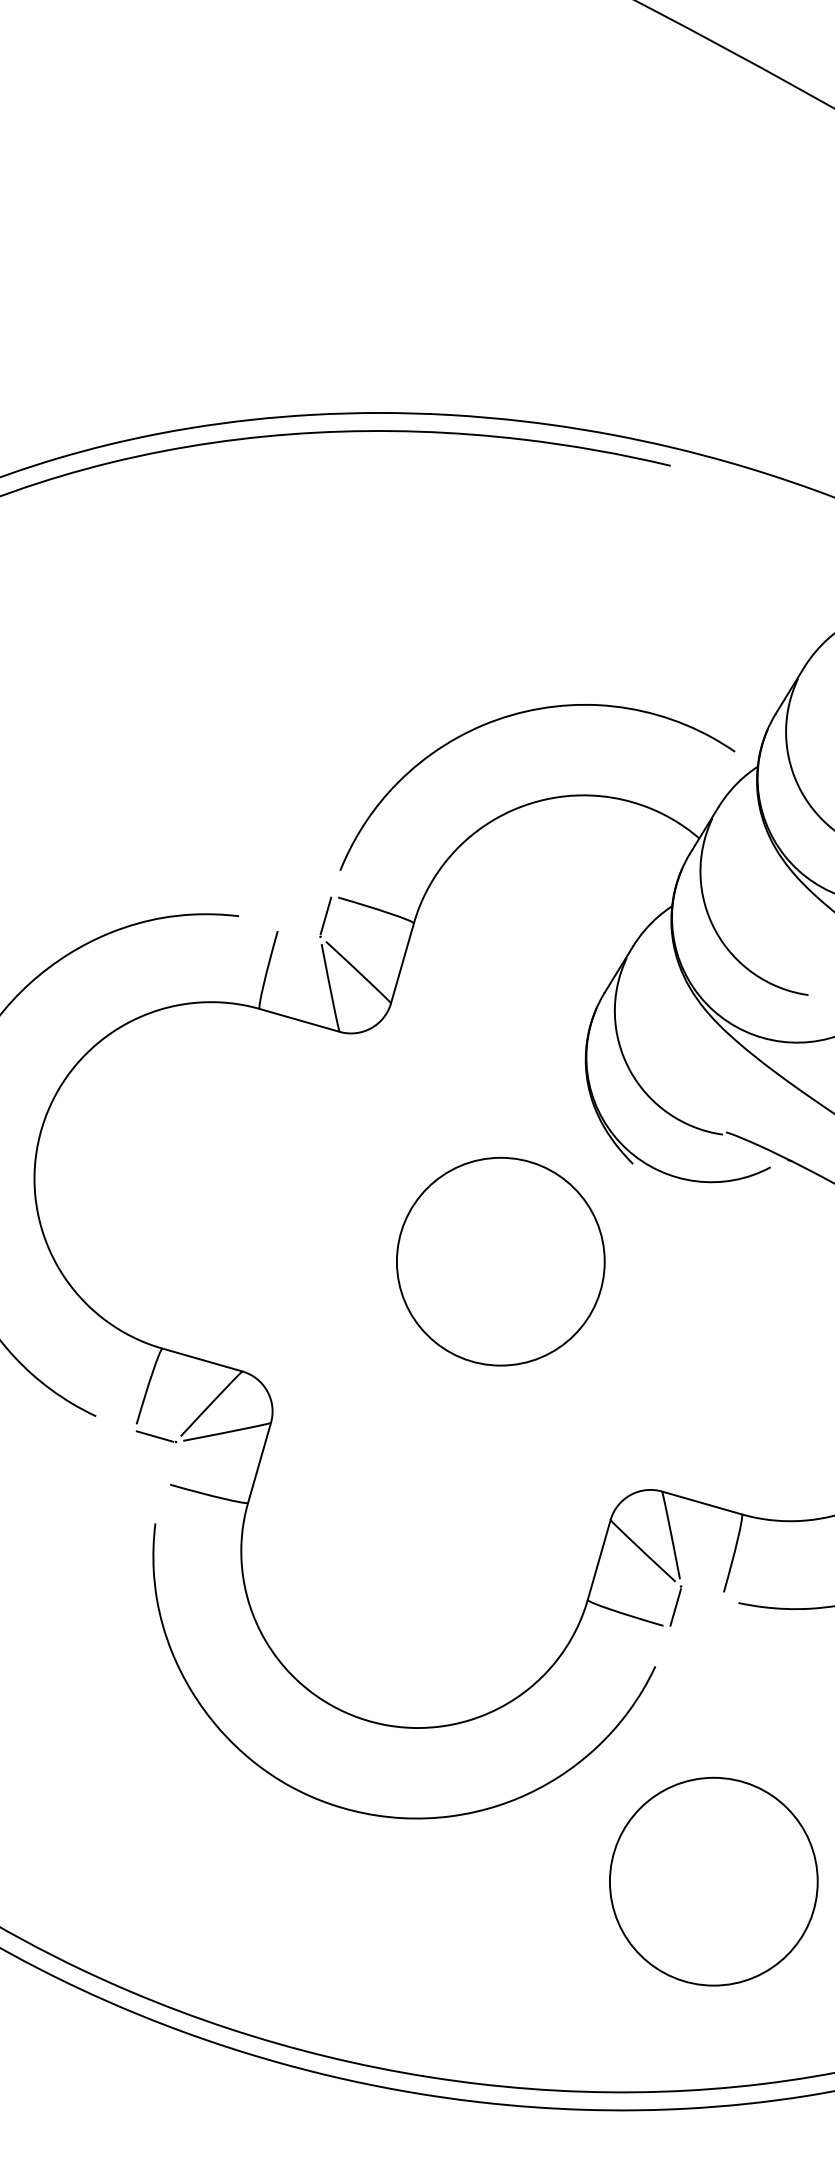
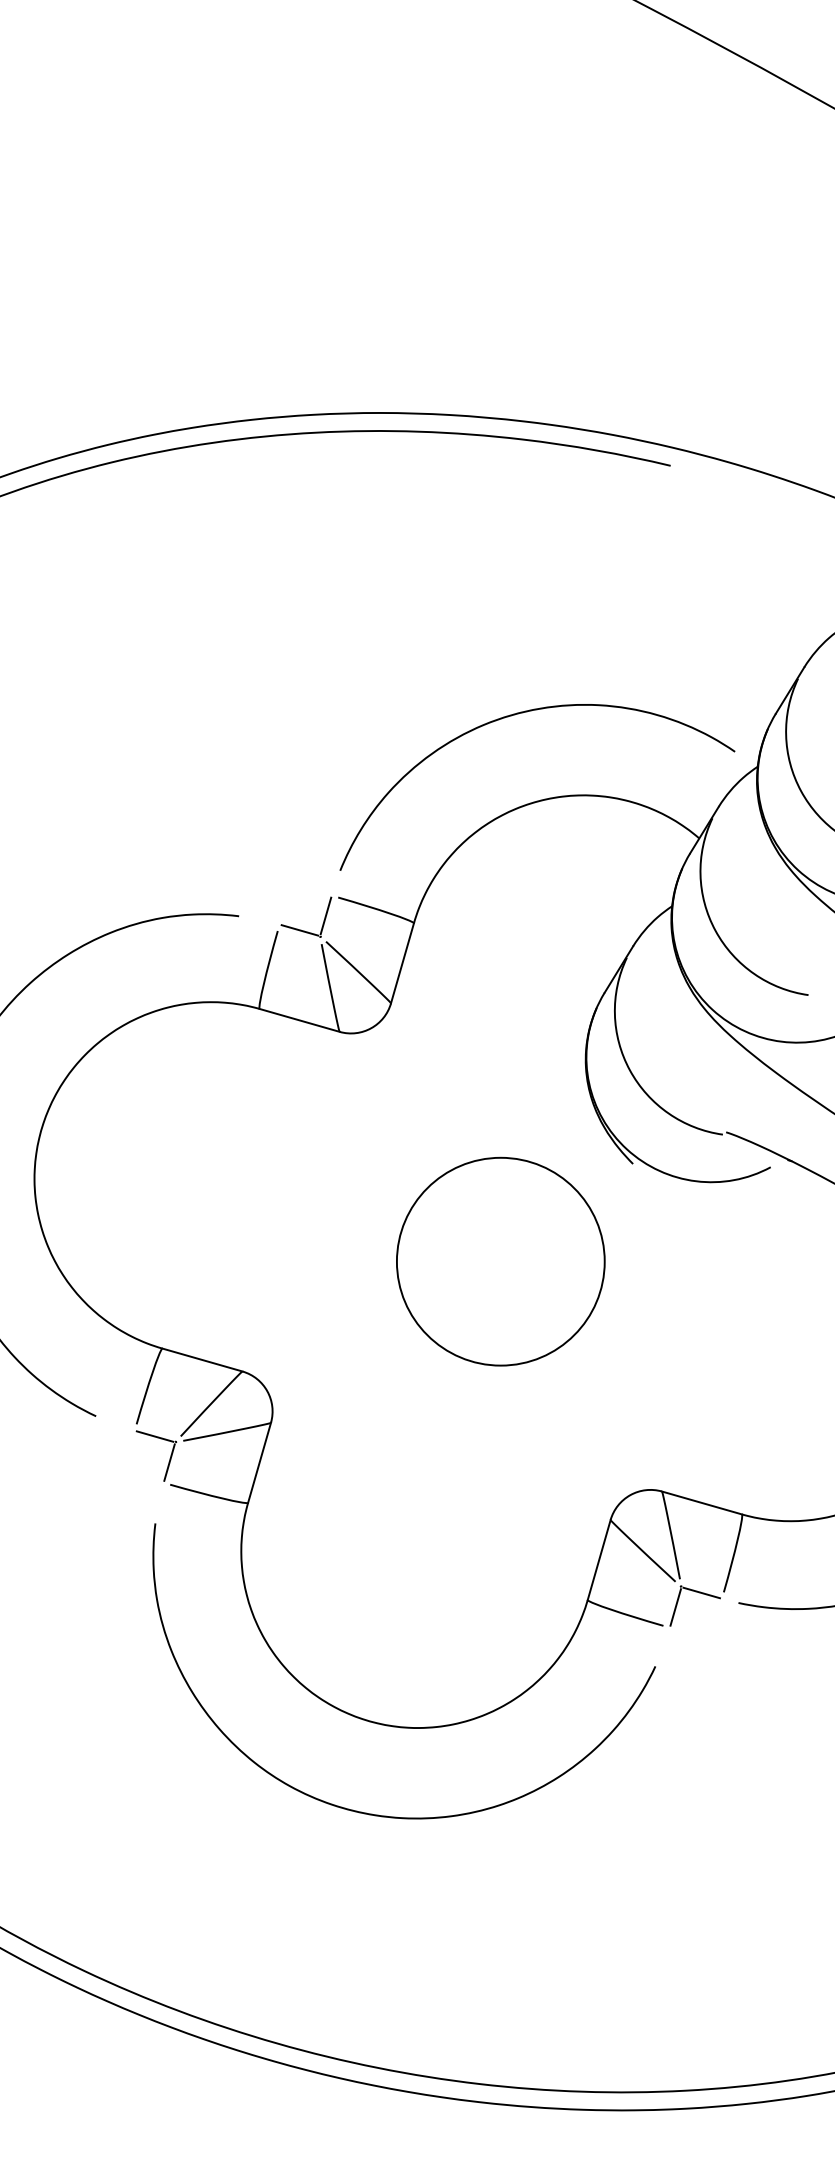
line at (299, 930): none -> present
line at (169, 1462): none -> present
line at (701, 1592): none -> present
circle at (713, 1881): present -> none
